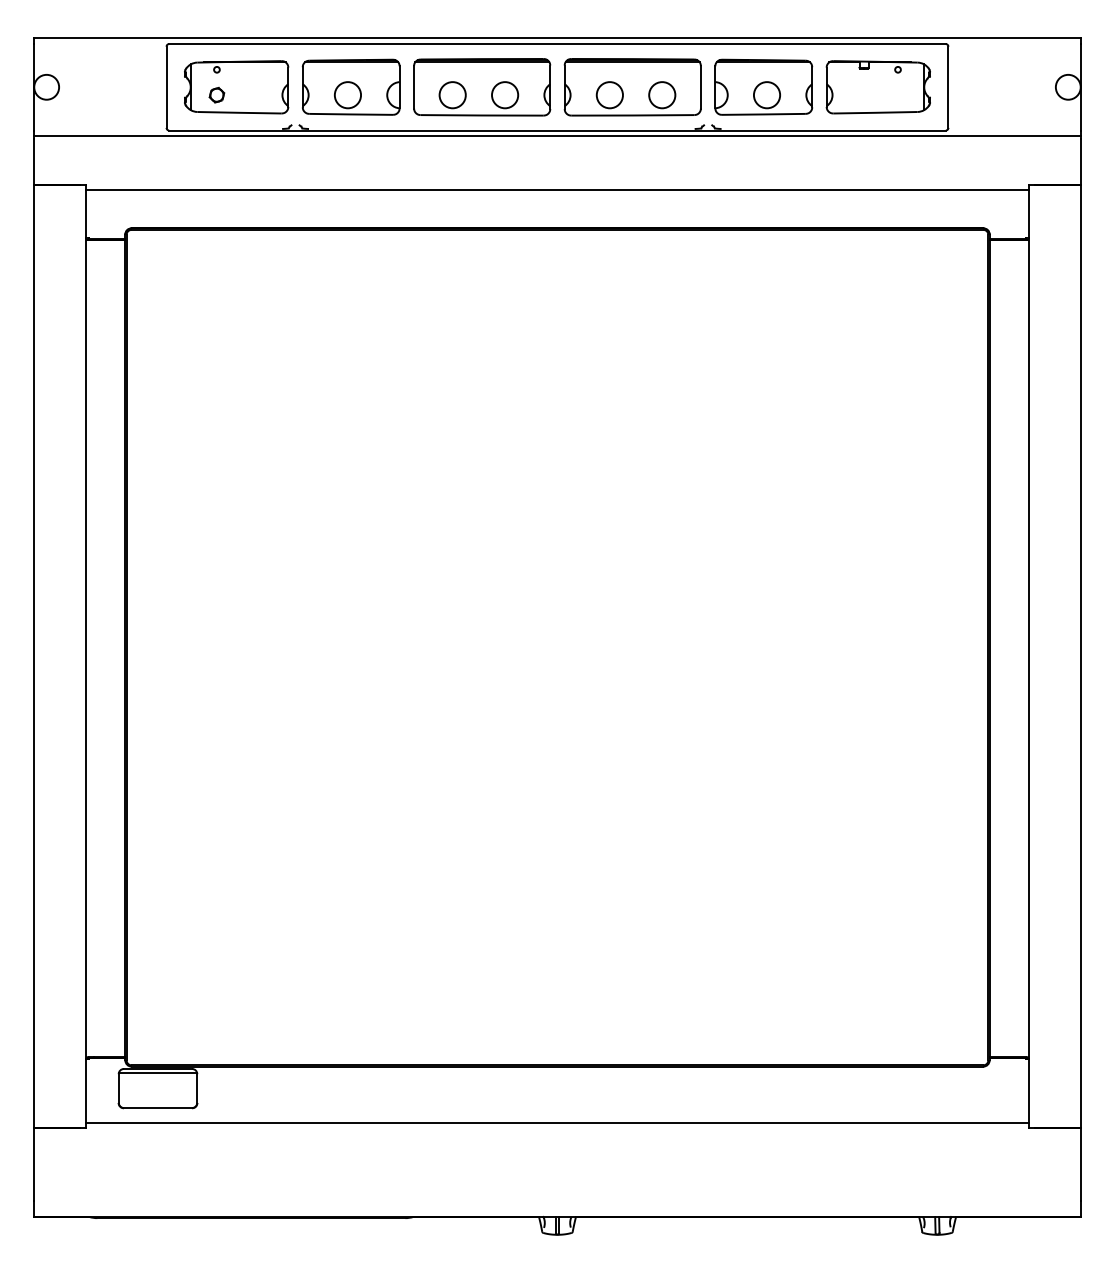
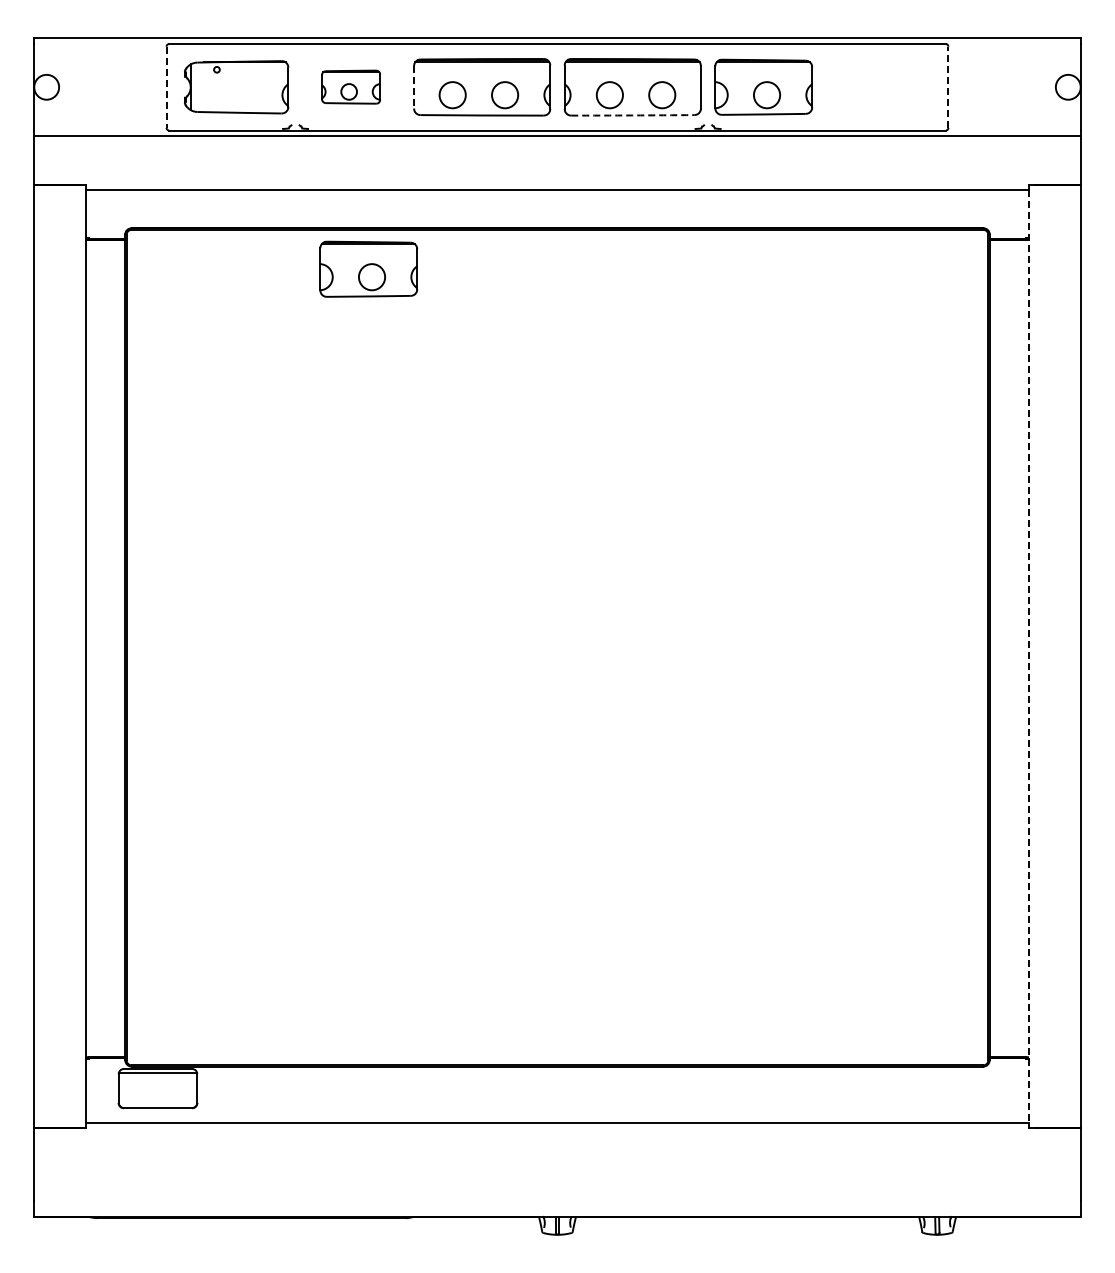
part at (350, 86) size: 100x58 px -> 60x36 px
line at (166, 87): solid -> dashed
line at (414, 87): solid -> dashed
part at (877, 87): present -> none
line at (948, 87): solid -> dashed
part at (216, 95): present -> none
arc at (632, 115): solid -> dashed
part at (368, 268): none -> present
line at (1029, 657): solid -> dashed
